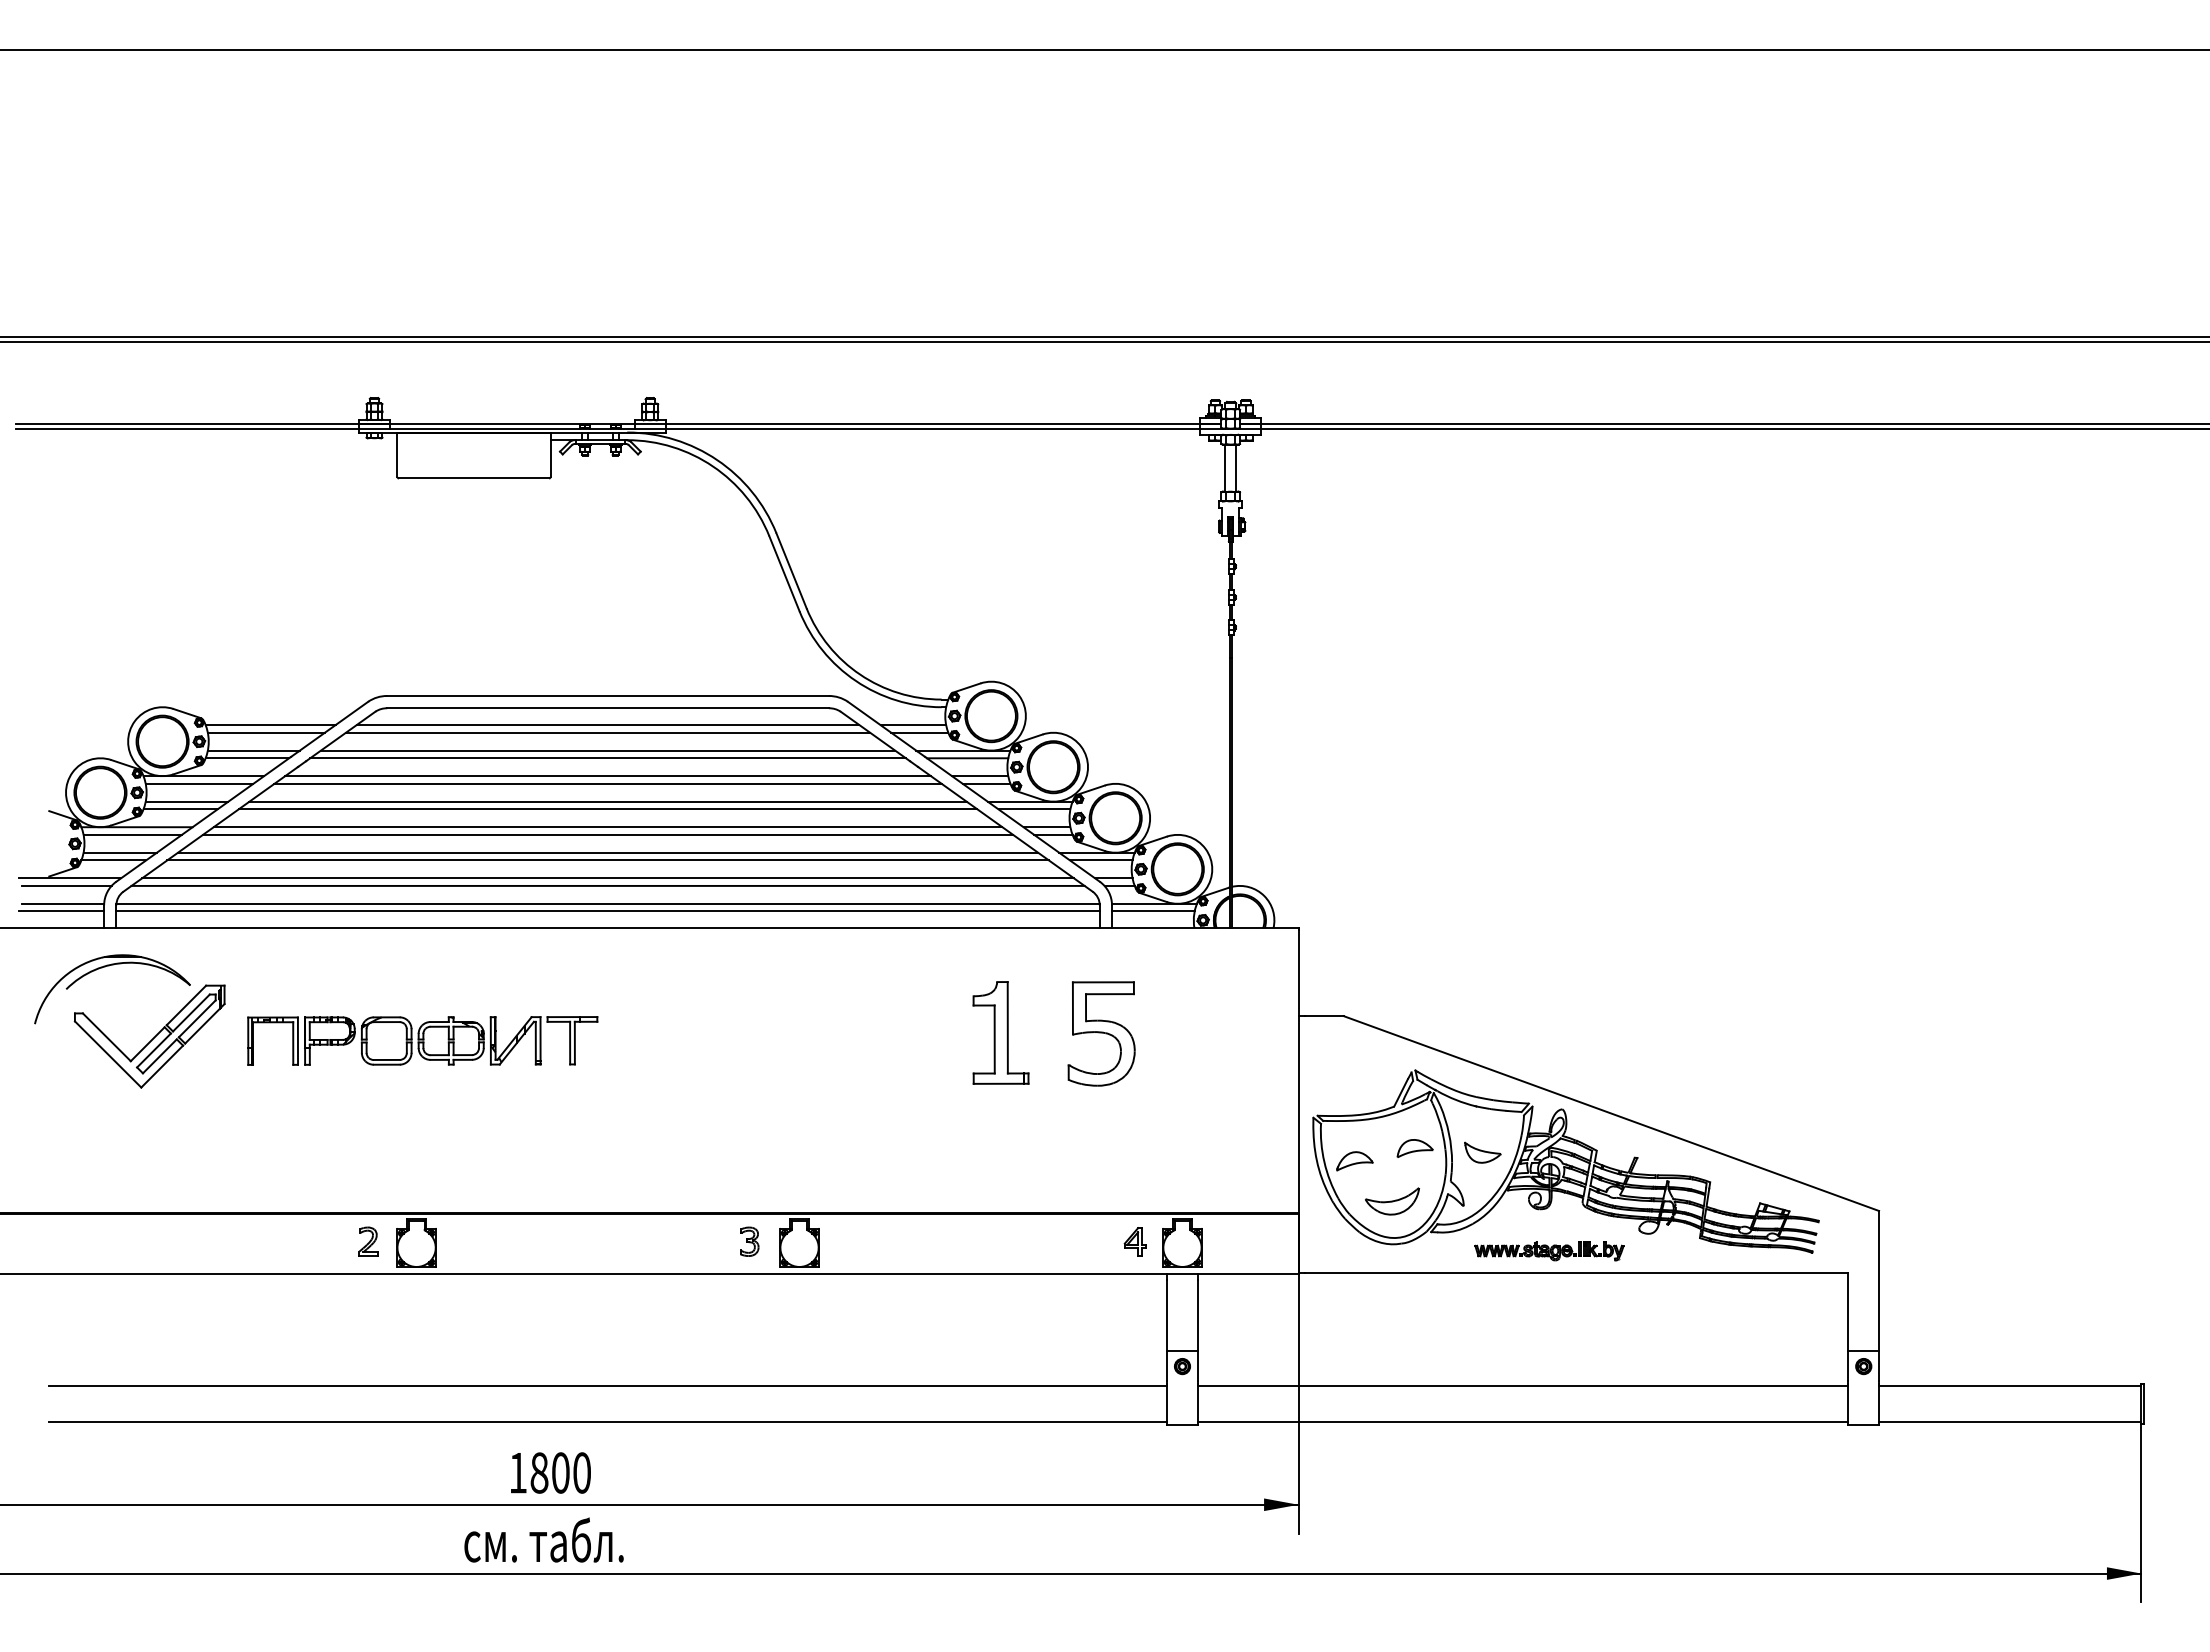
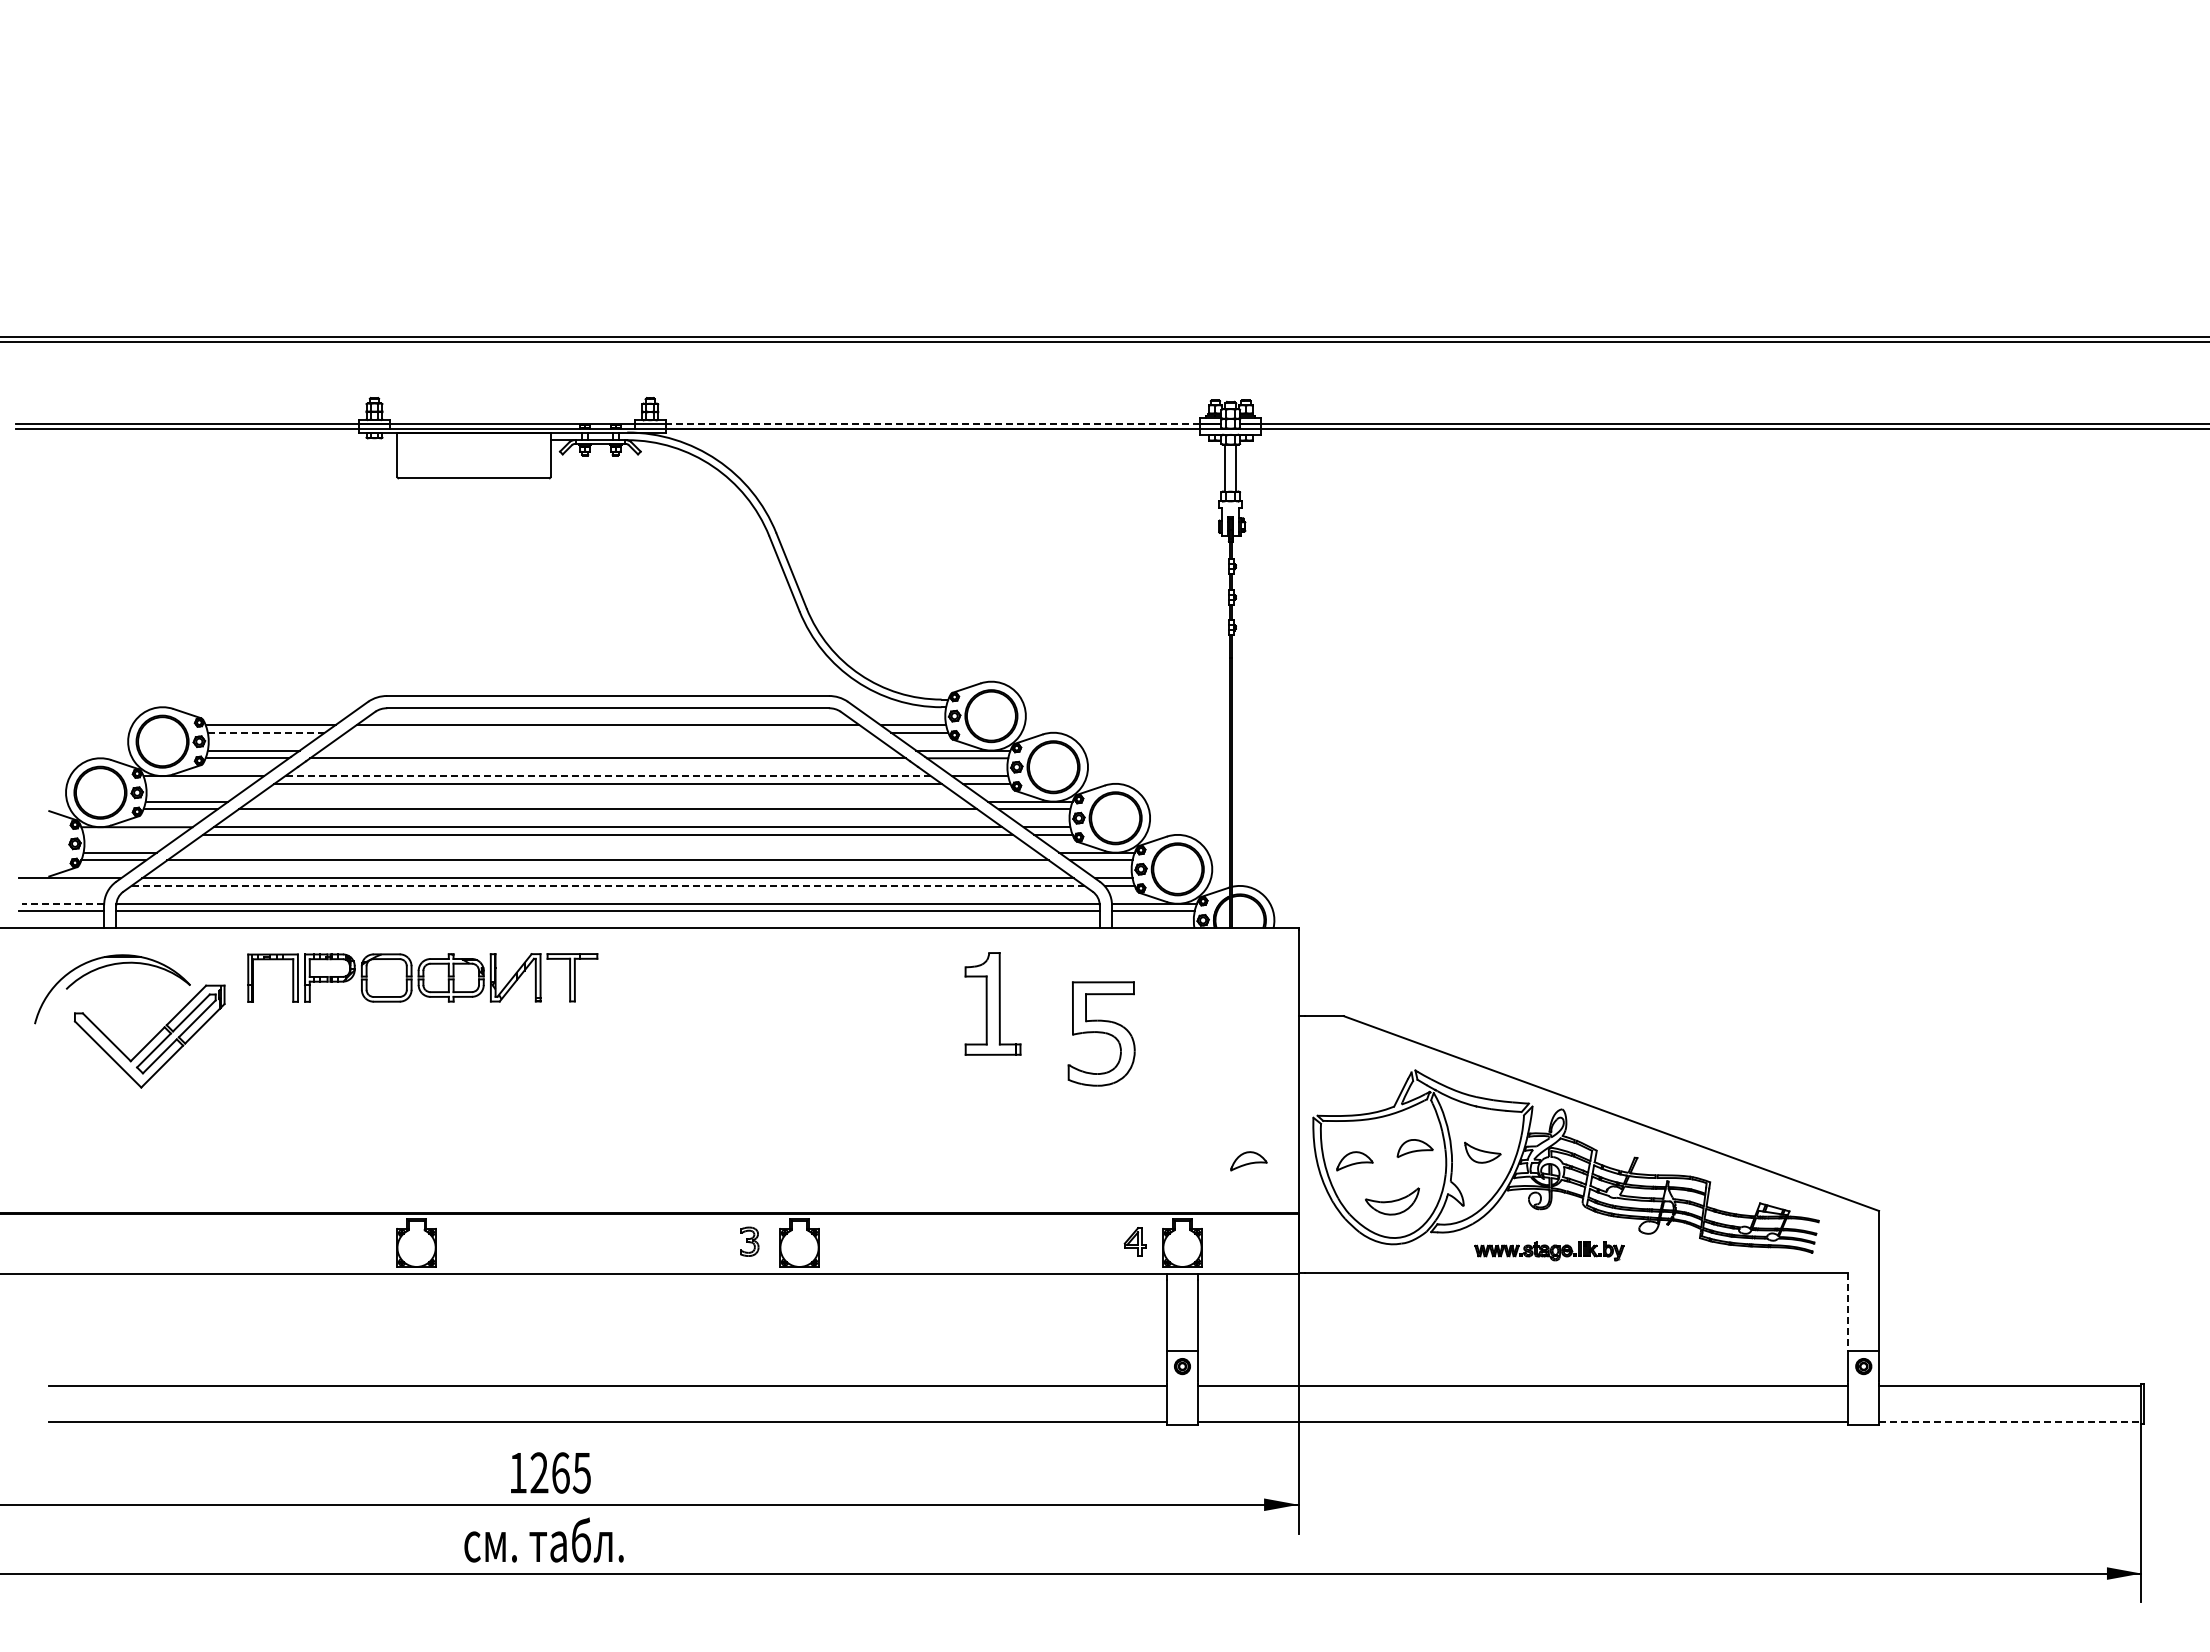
line at (1104, 49): present -> none
line at (932, 423): solid -> dashed
line at (266, 732): solid -> dashed
line at (607, 732): present -> none
line at (607, 750): present -> none
line at (608, 776): solid -> dashed
line at (199, 783): present -> none
line at (607, 801): present -> none
line at (132, 834): present -> none
line at (607, 852): present -> none
line at (66, 885): present -> none
line at (608, 885): solid -> dashed
line at (62, 903): solid -> dashed
part at (1000, 1032) position: (1000, 1032) -> (992, 1003)
part at (422, 1040) position: (422, 1040) -> (422, 977)
part at (1248, 1161): none -> present
part at (368, 1241): present -> none
line at (1848, 1312): solid -> dashed
line at (2010, 1422): solid -> dashed
text at (560, 1472): 1800 -> 1265
